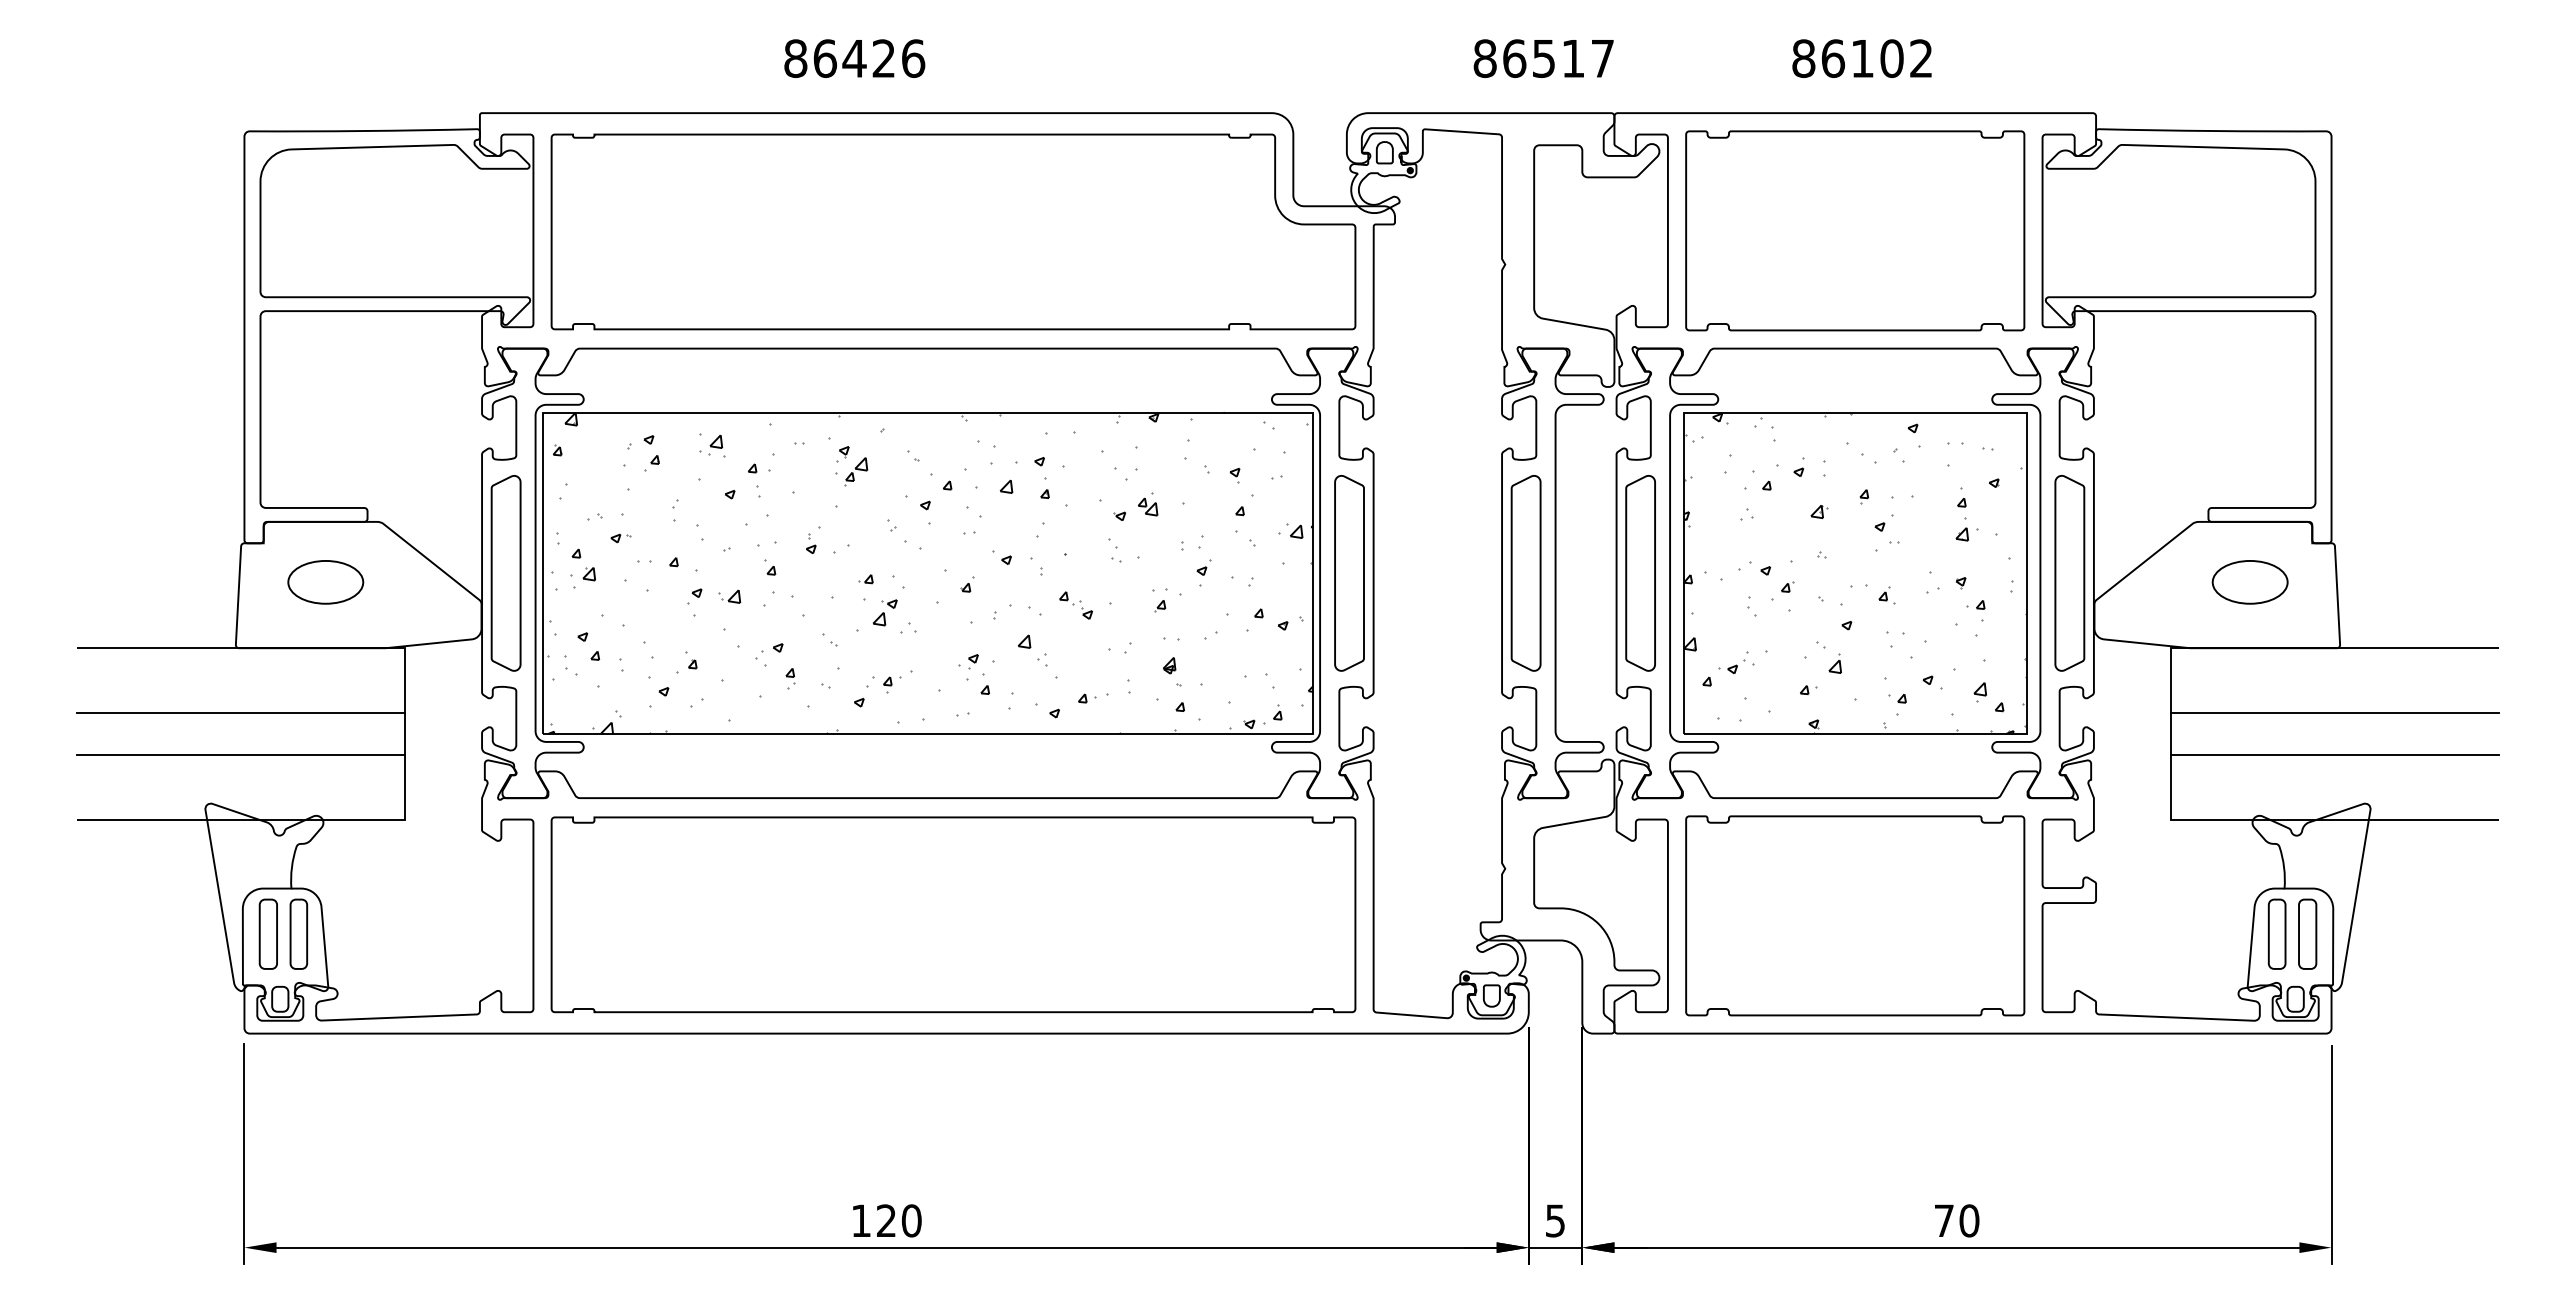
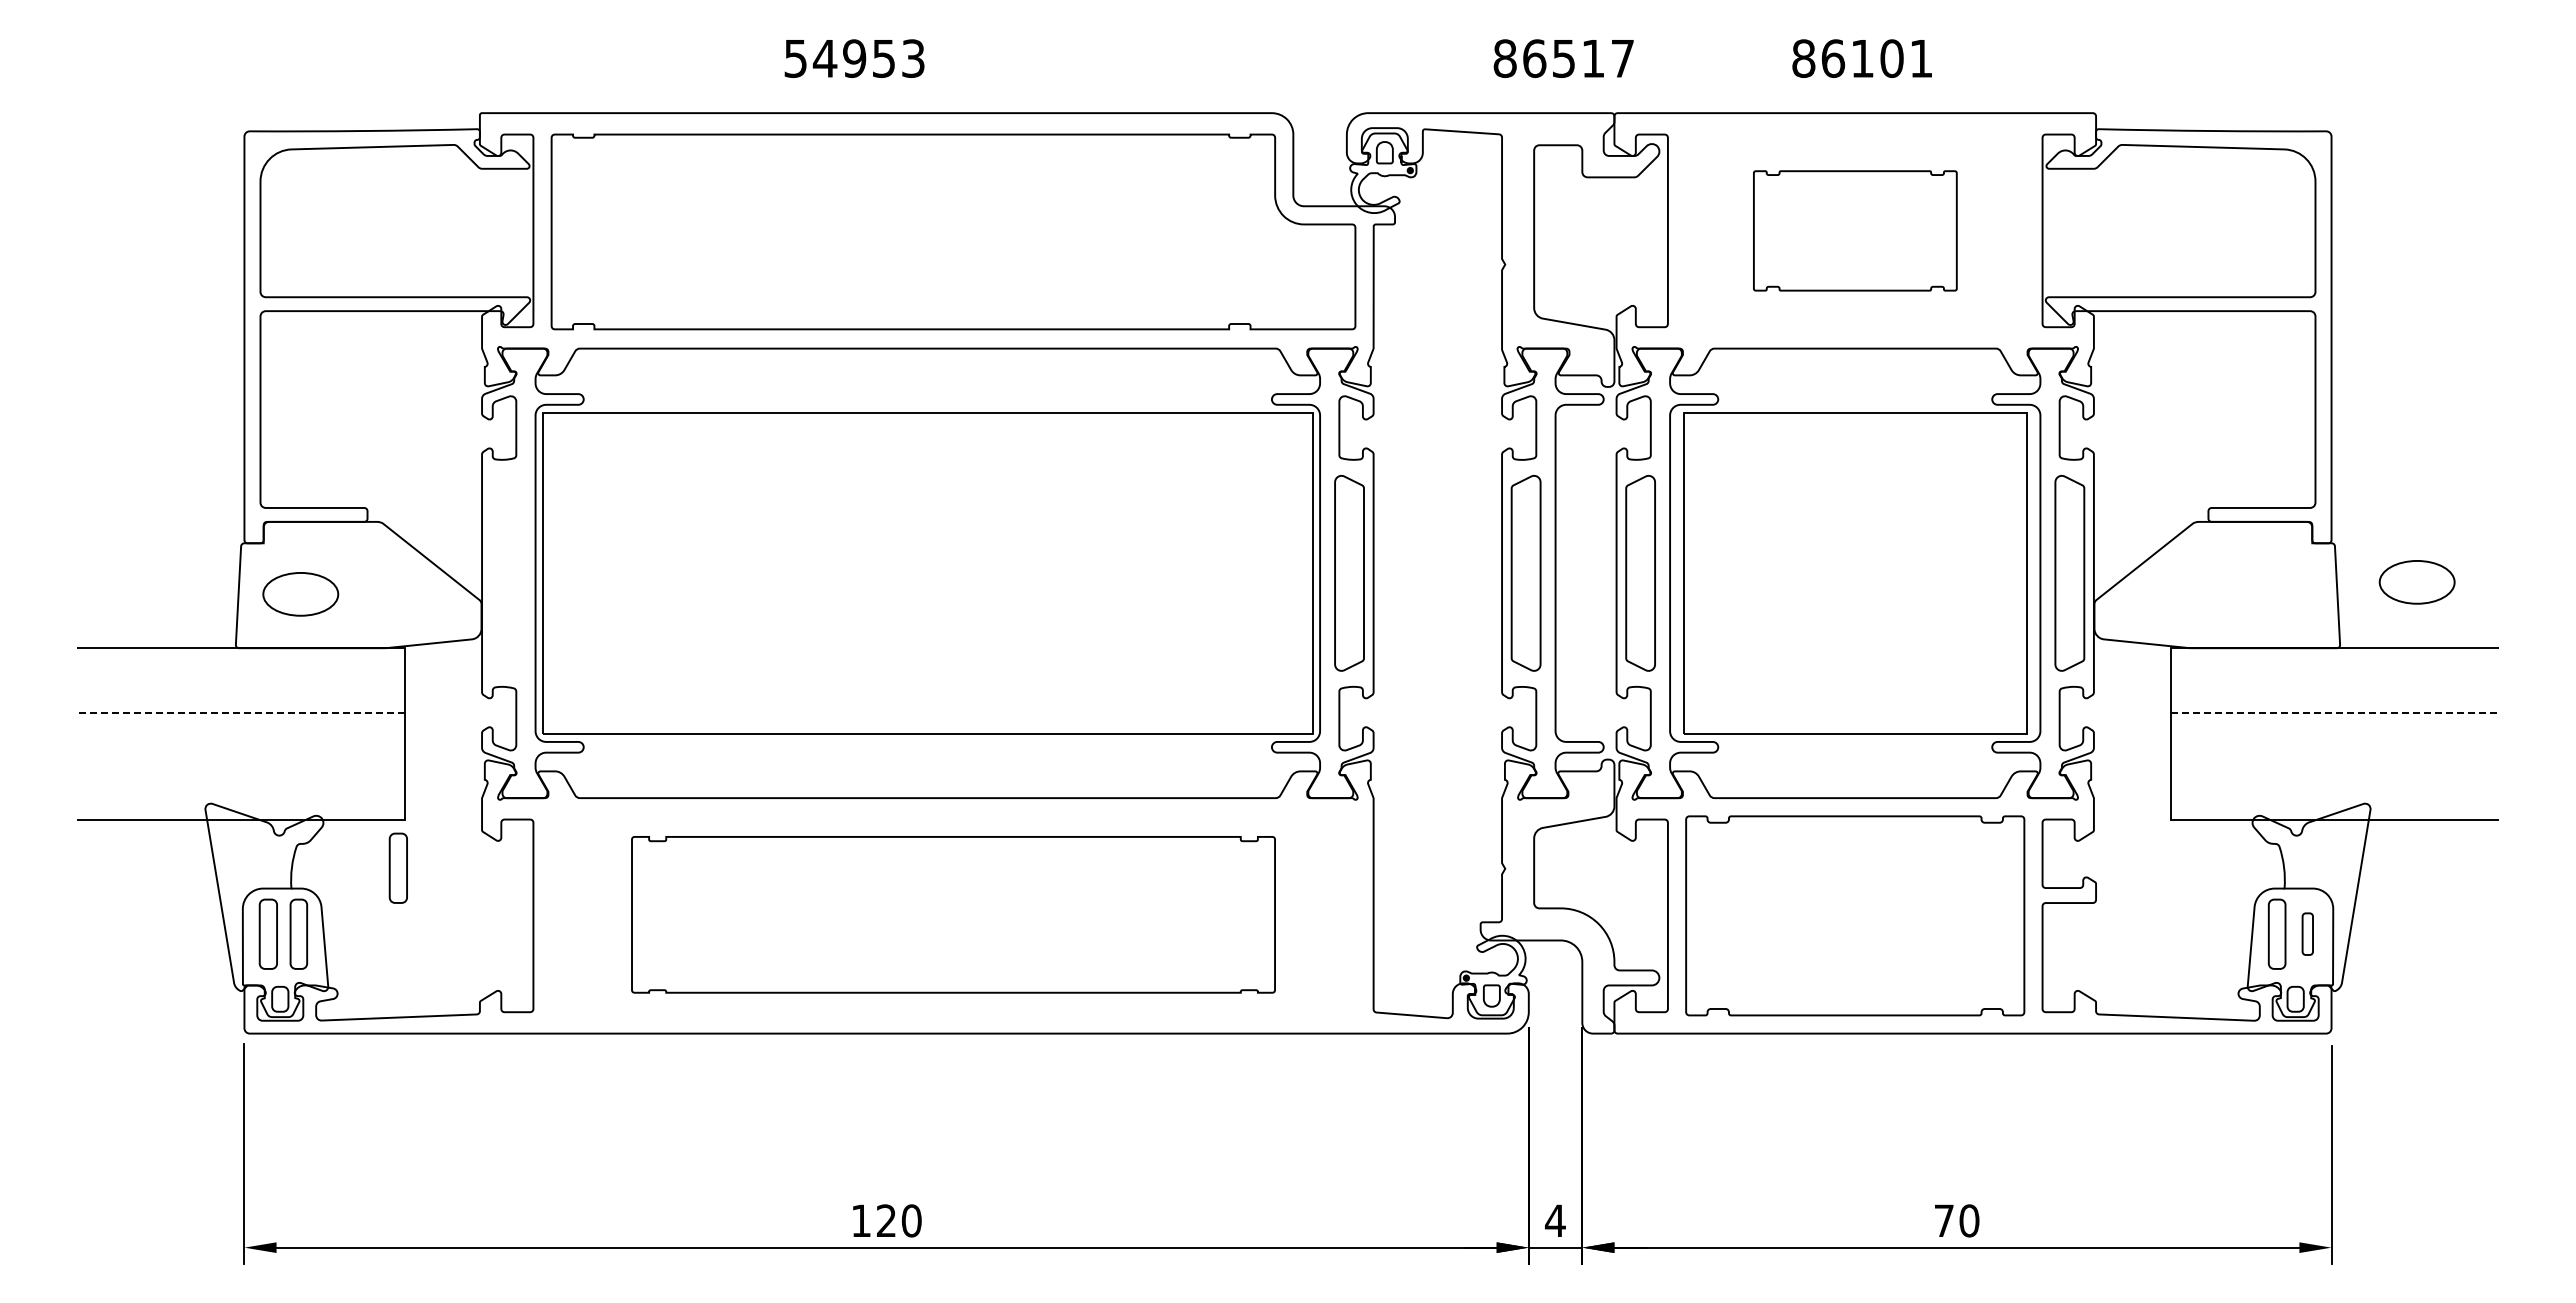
text at (854, 58): 86426 -> 54953
text at (1543, 58) position: (1543, 58) -> (1563, 58)
text at (1920, 58): 86102 -> 86101
part at (1855, 230) size: 341x202 px -> 205x122 px
hatch at (930, 572): present -> none
part at (505, 573): present -> none
hatch at (1855, 573): present -> none
part at (325, 582) position: (325, 582) -> (300, 594)
part at (2249, 582) position: (2249, 582) -> (2416, 582)
line at (241, 712): solid -> dashed
line at (2334, 712): solid -> dashed
line at (240, 755): present -> none
line at (2334, 755): present -> none
part at (397, 867): none -> present
part at (953, 914) size: 807x198 px -> 645x158 px
part at (2307, 933) size: 20x72 px -> 13x44 px
text at (1555, 1220): 5 -> 4
